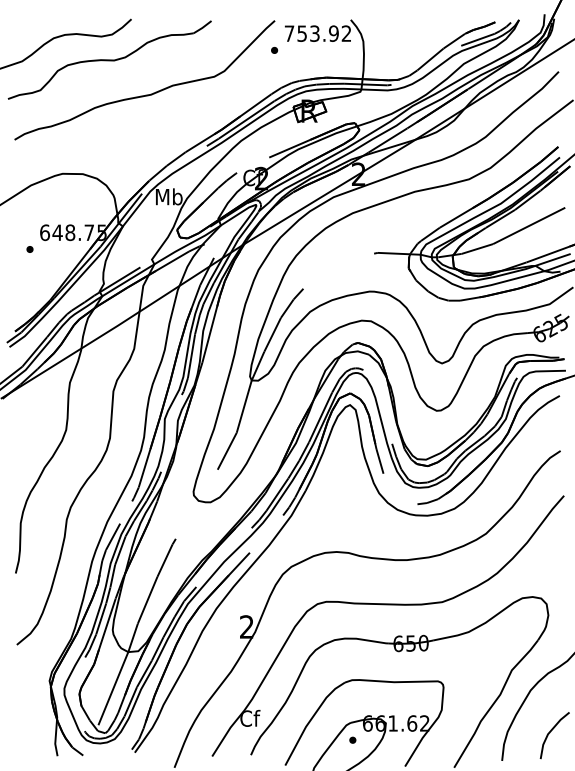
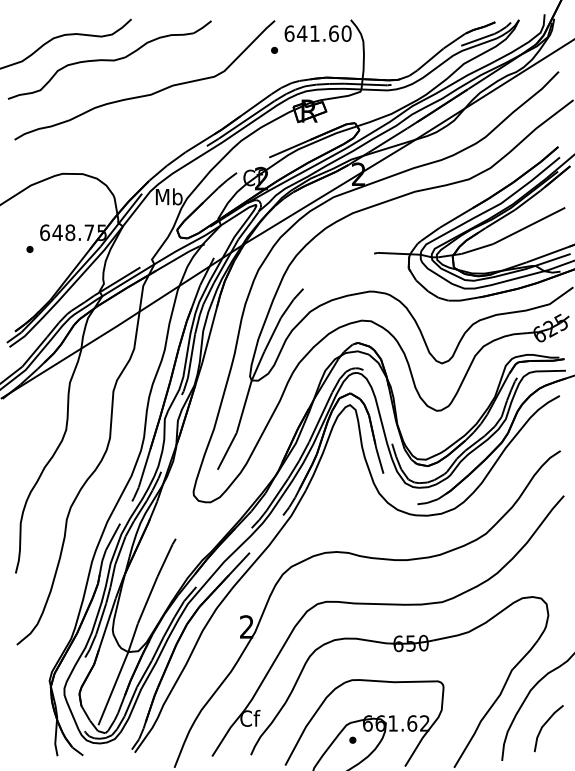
text at (317, 33): 753.92 -> 641.60
line at (551, 731) position: (551, 731) -> (545, 724)
